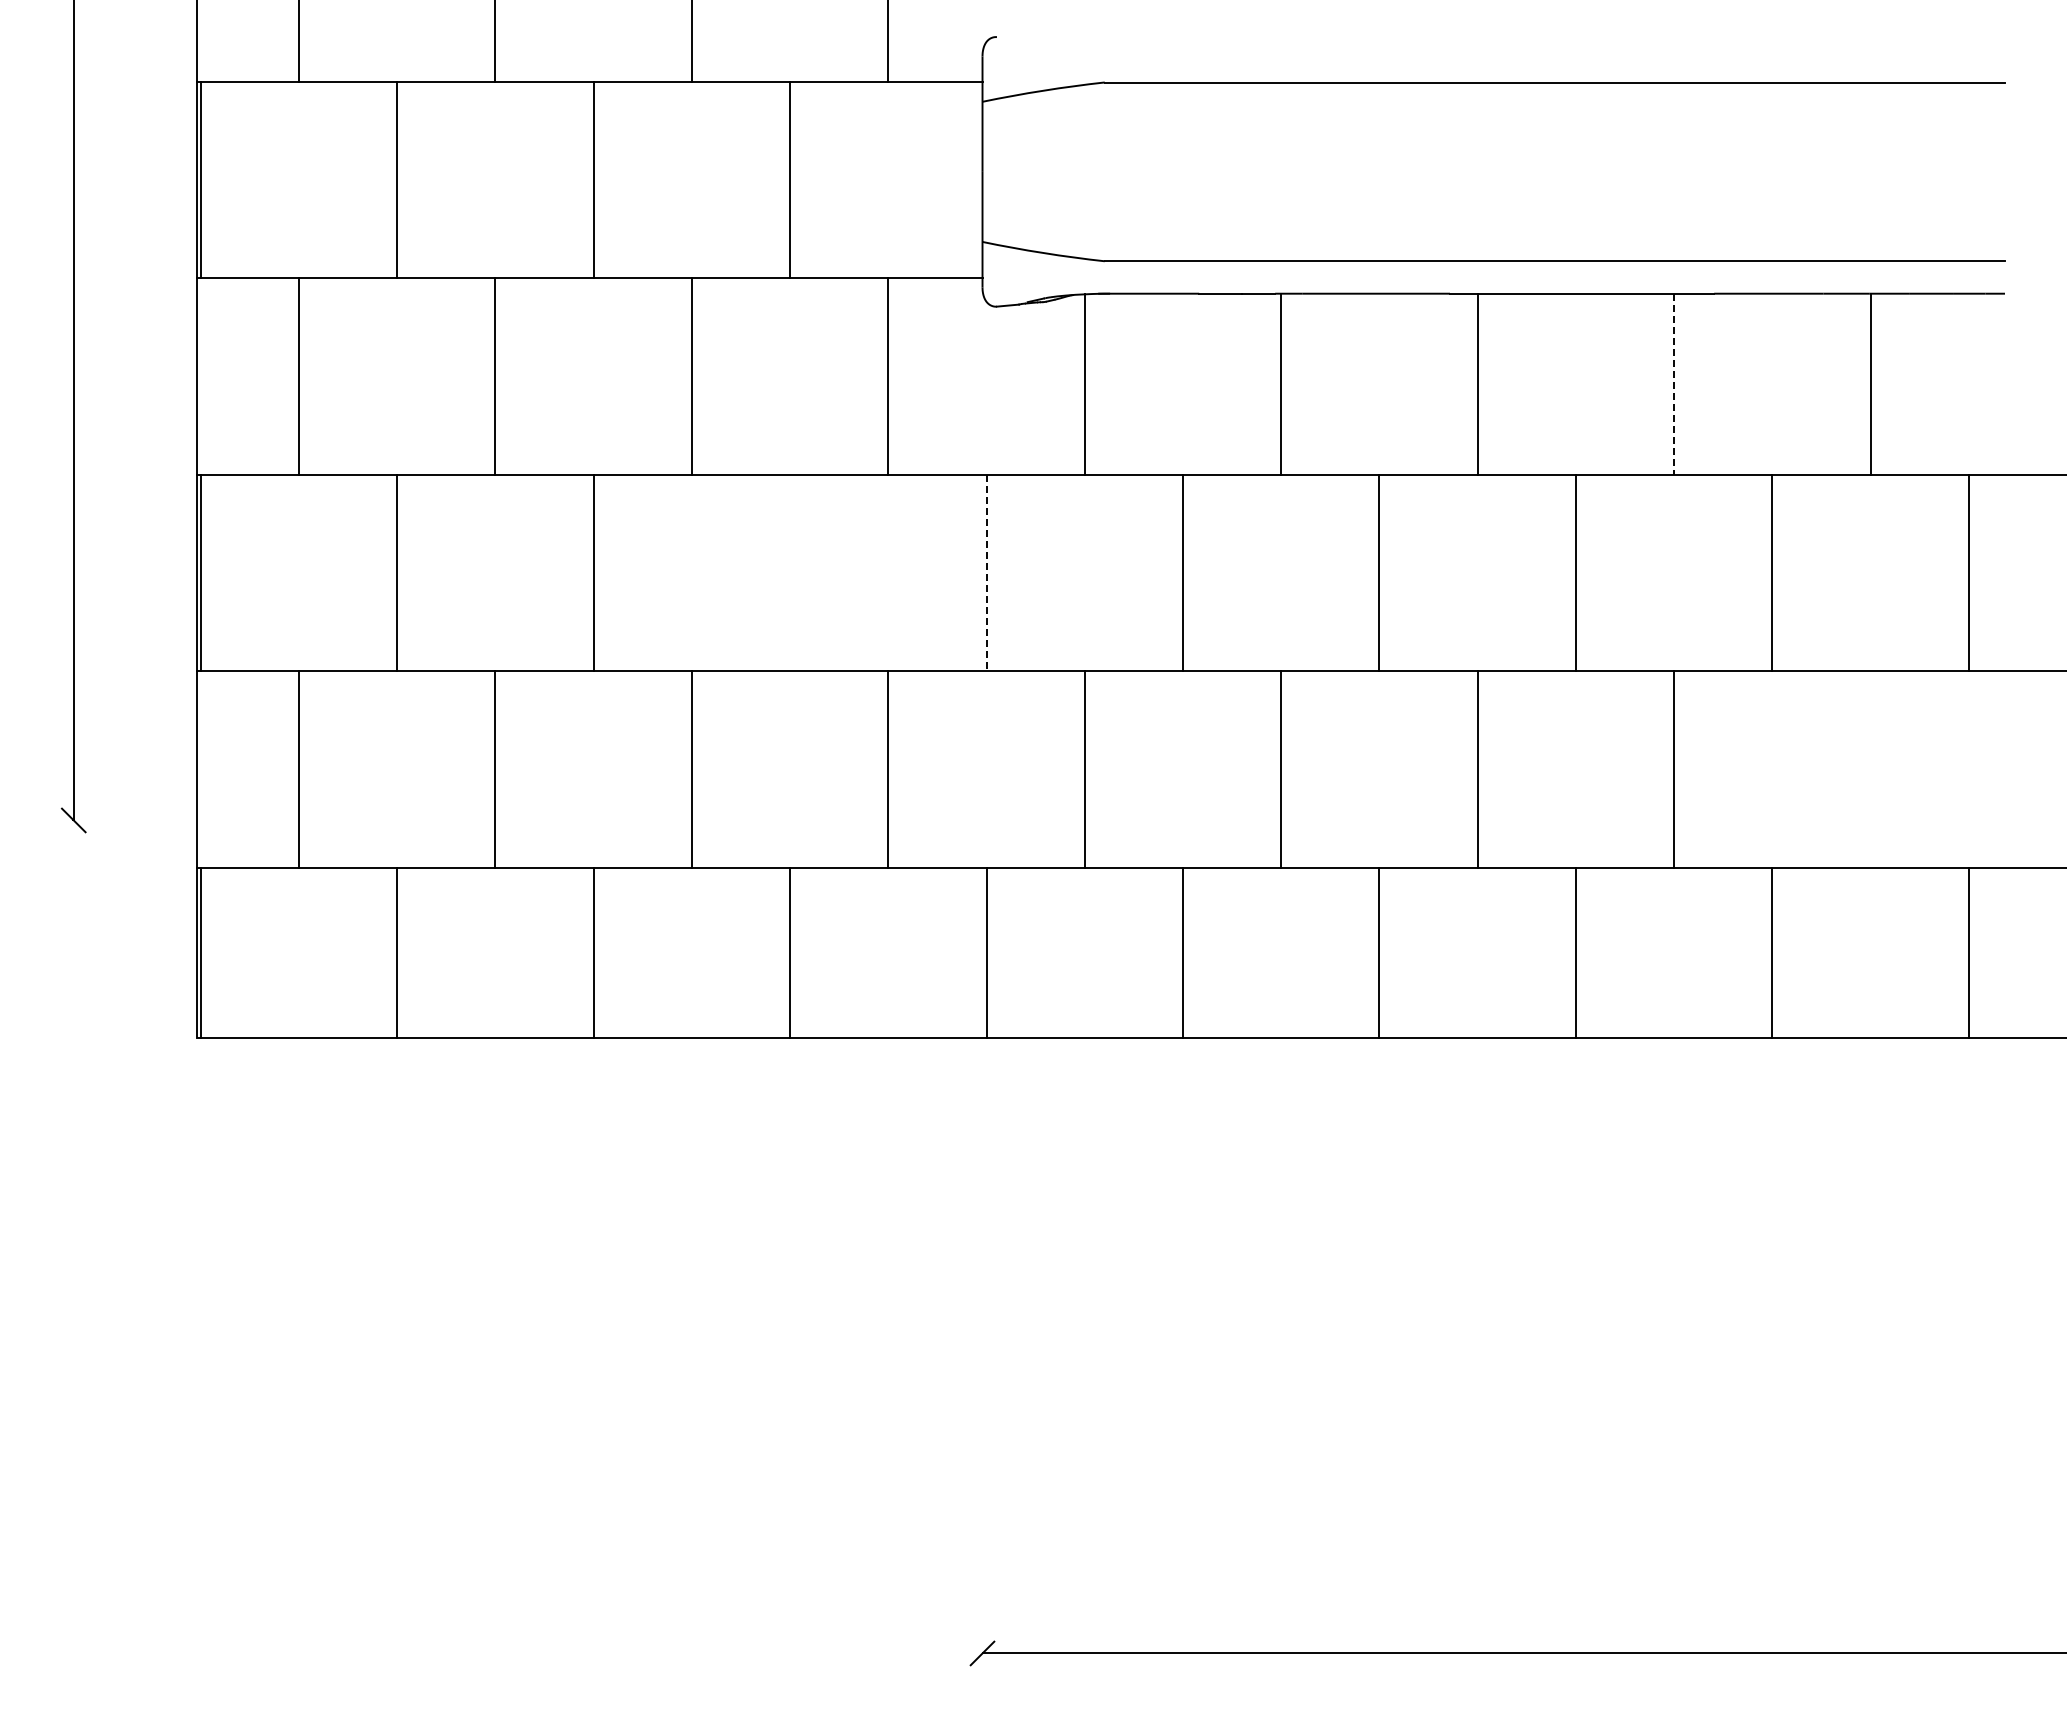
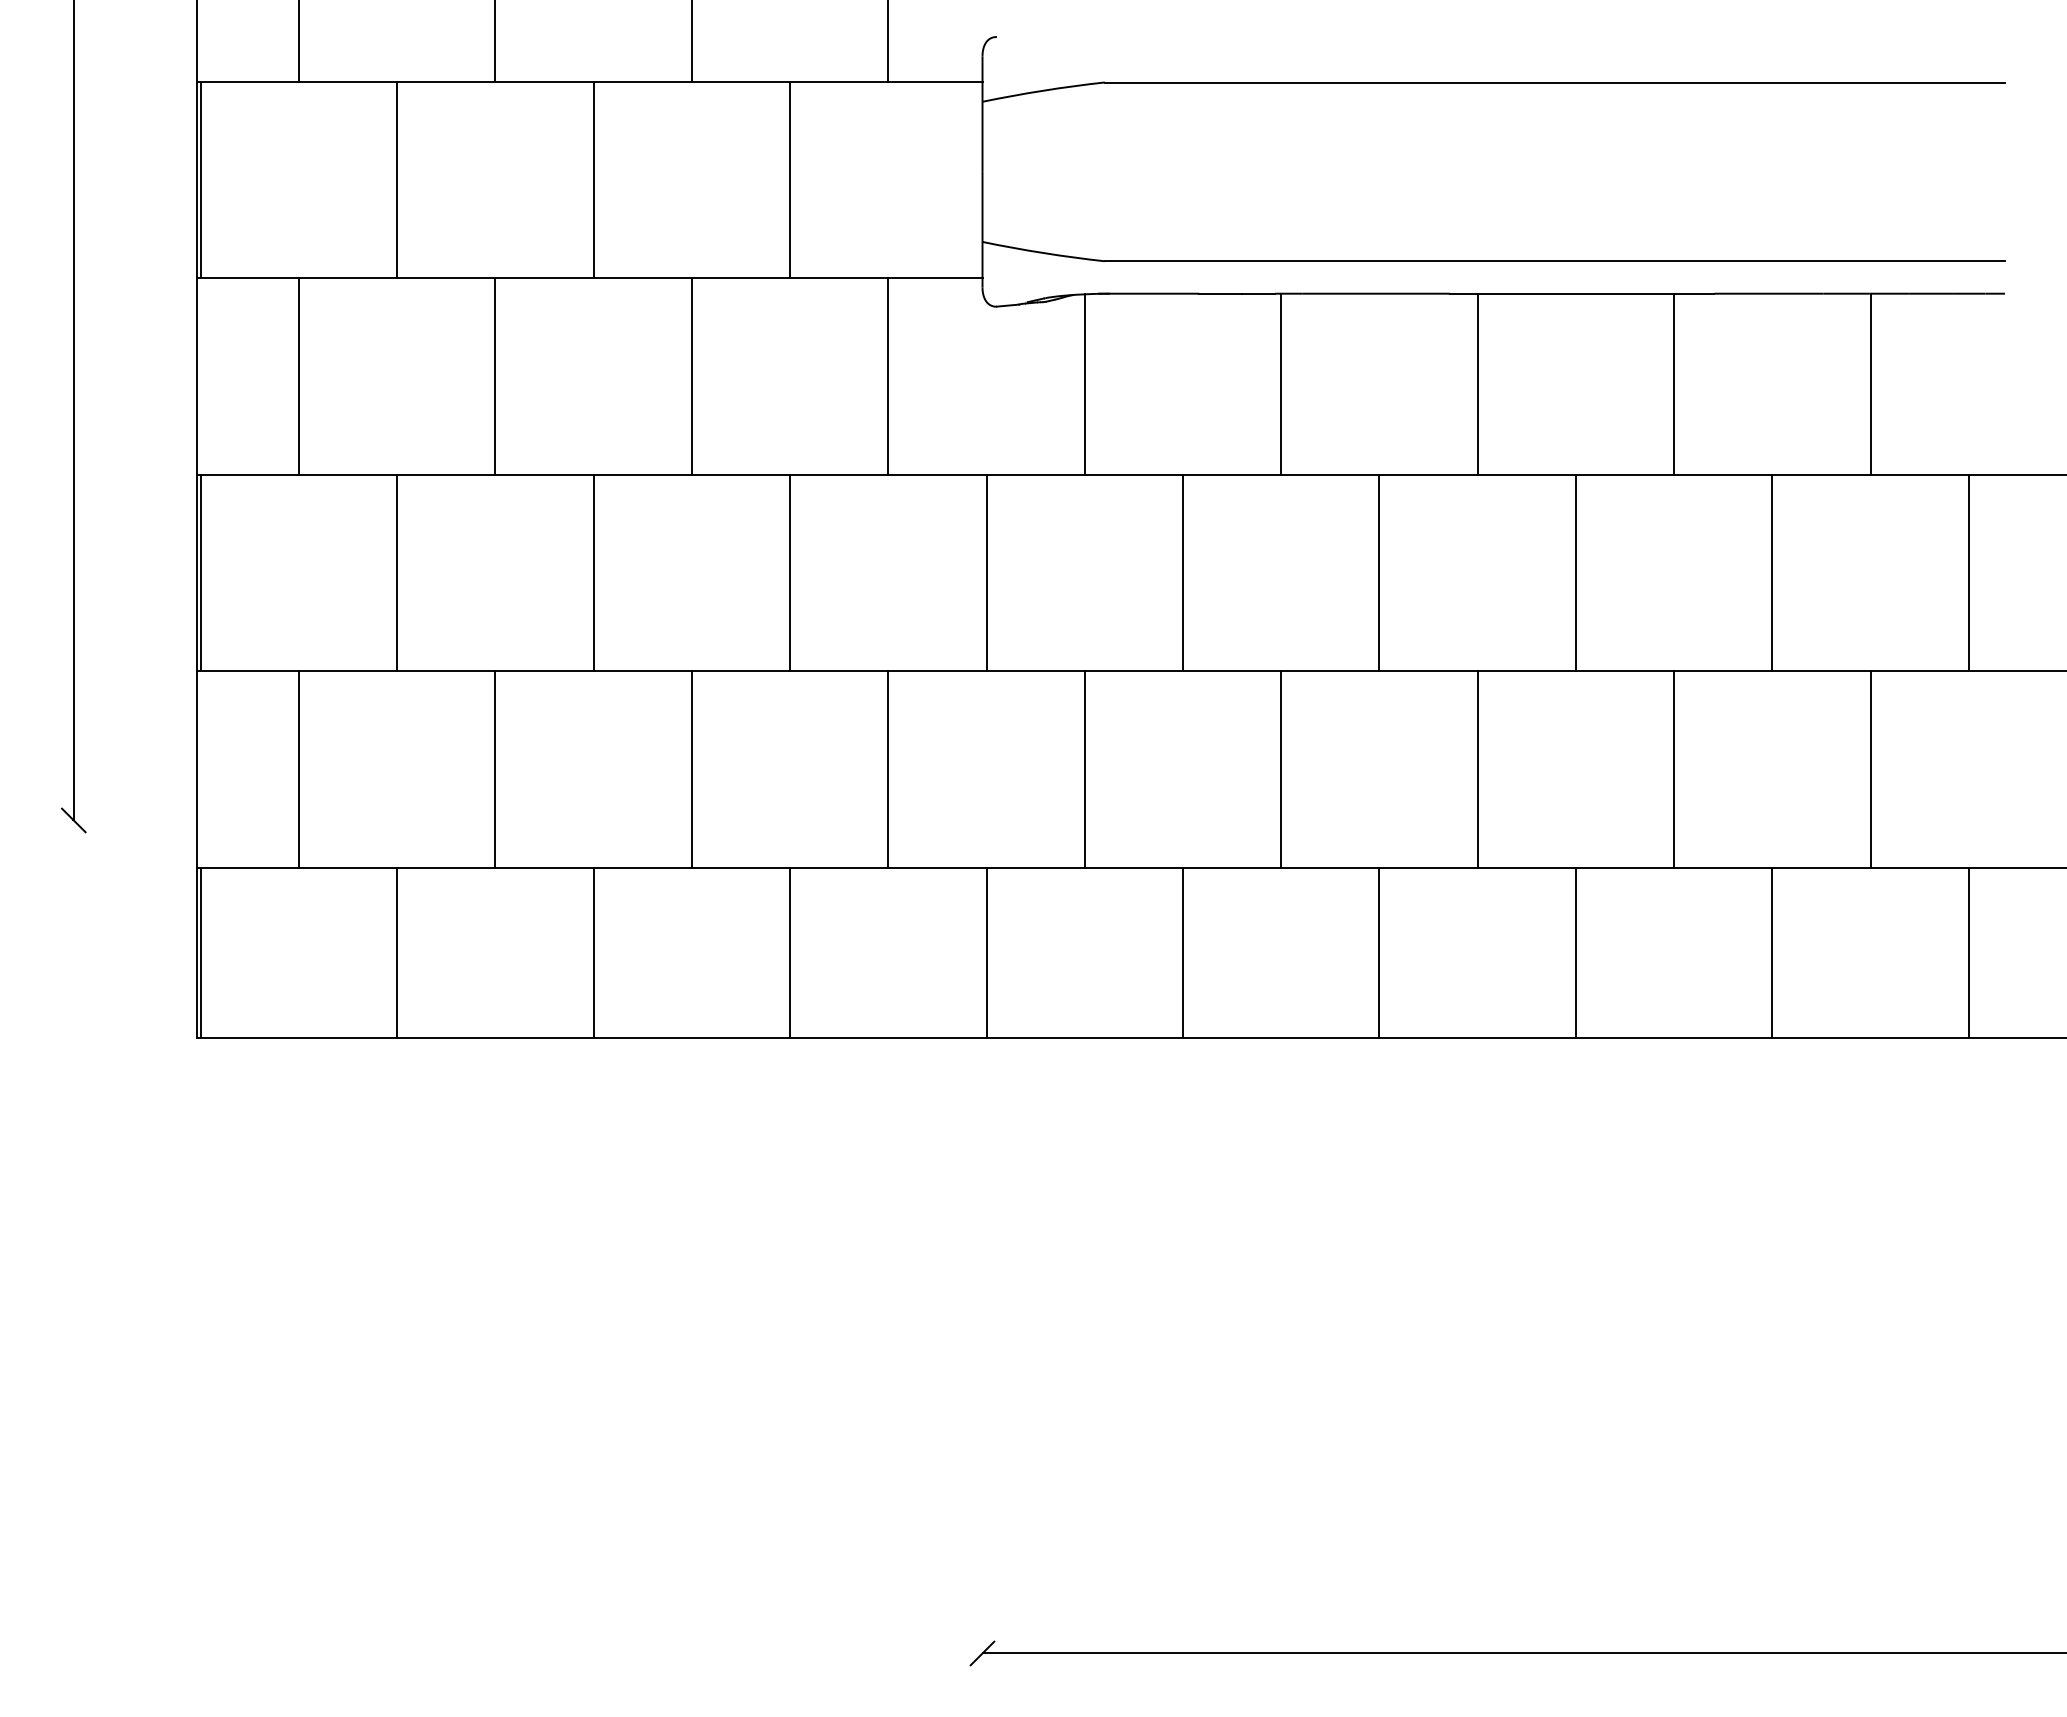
line at (1674, 384): dashed -> solid
line at (790, 572): none -> present
line at (986, 573): dashed -> solid
line at (1870, 769): none -> present
